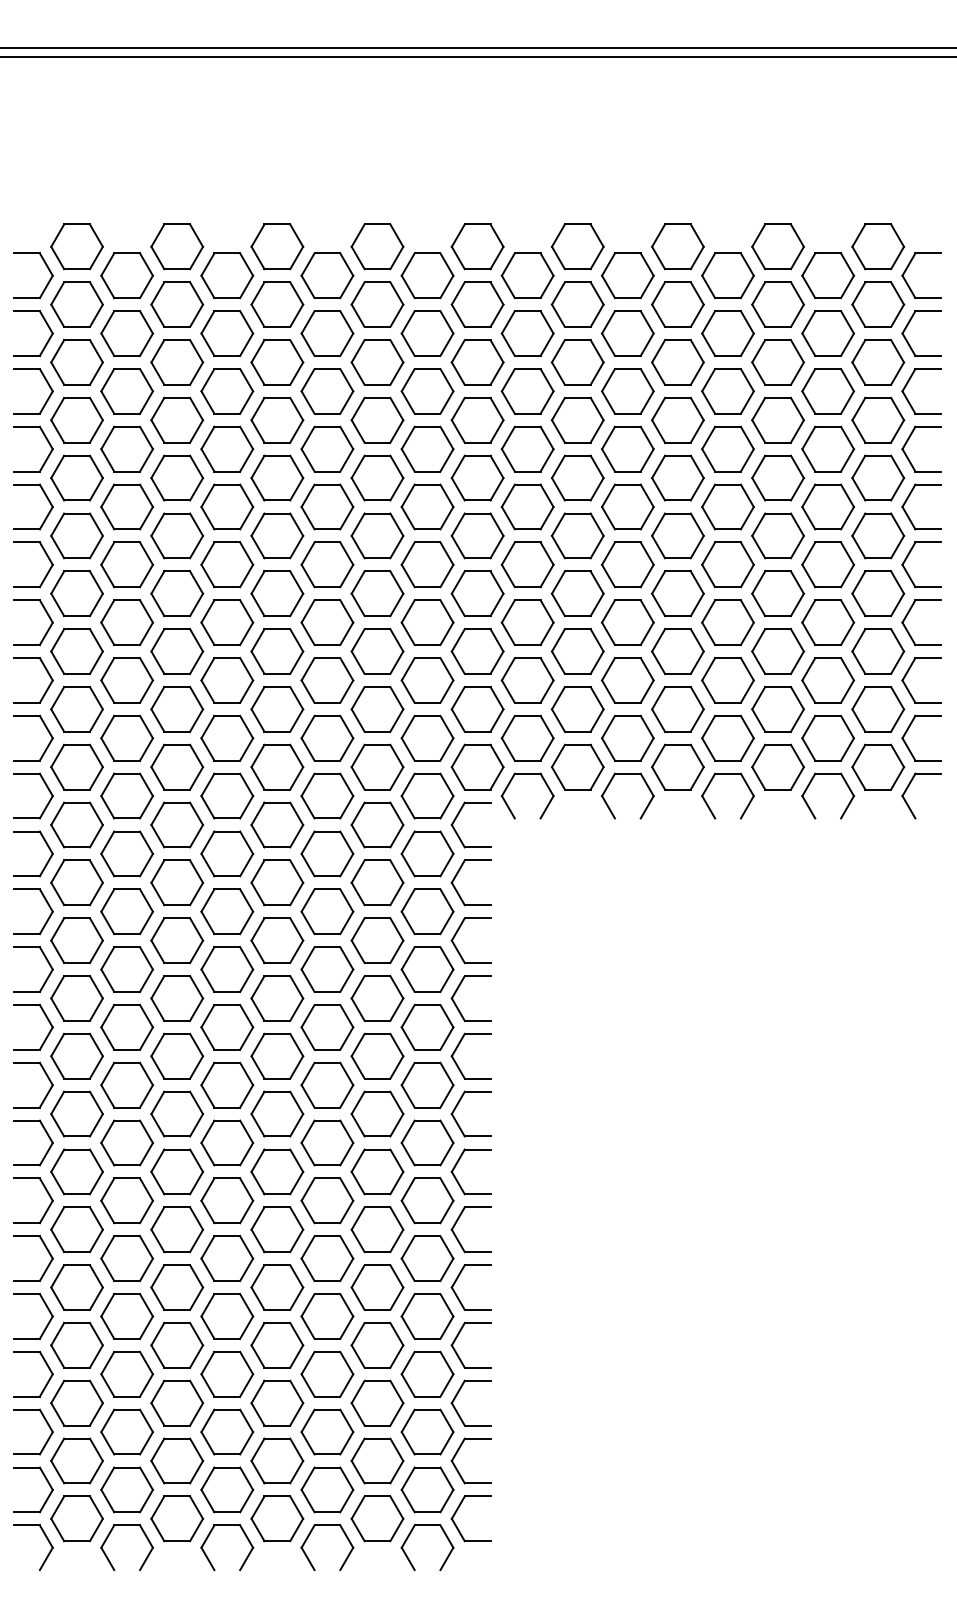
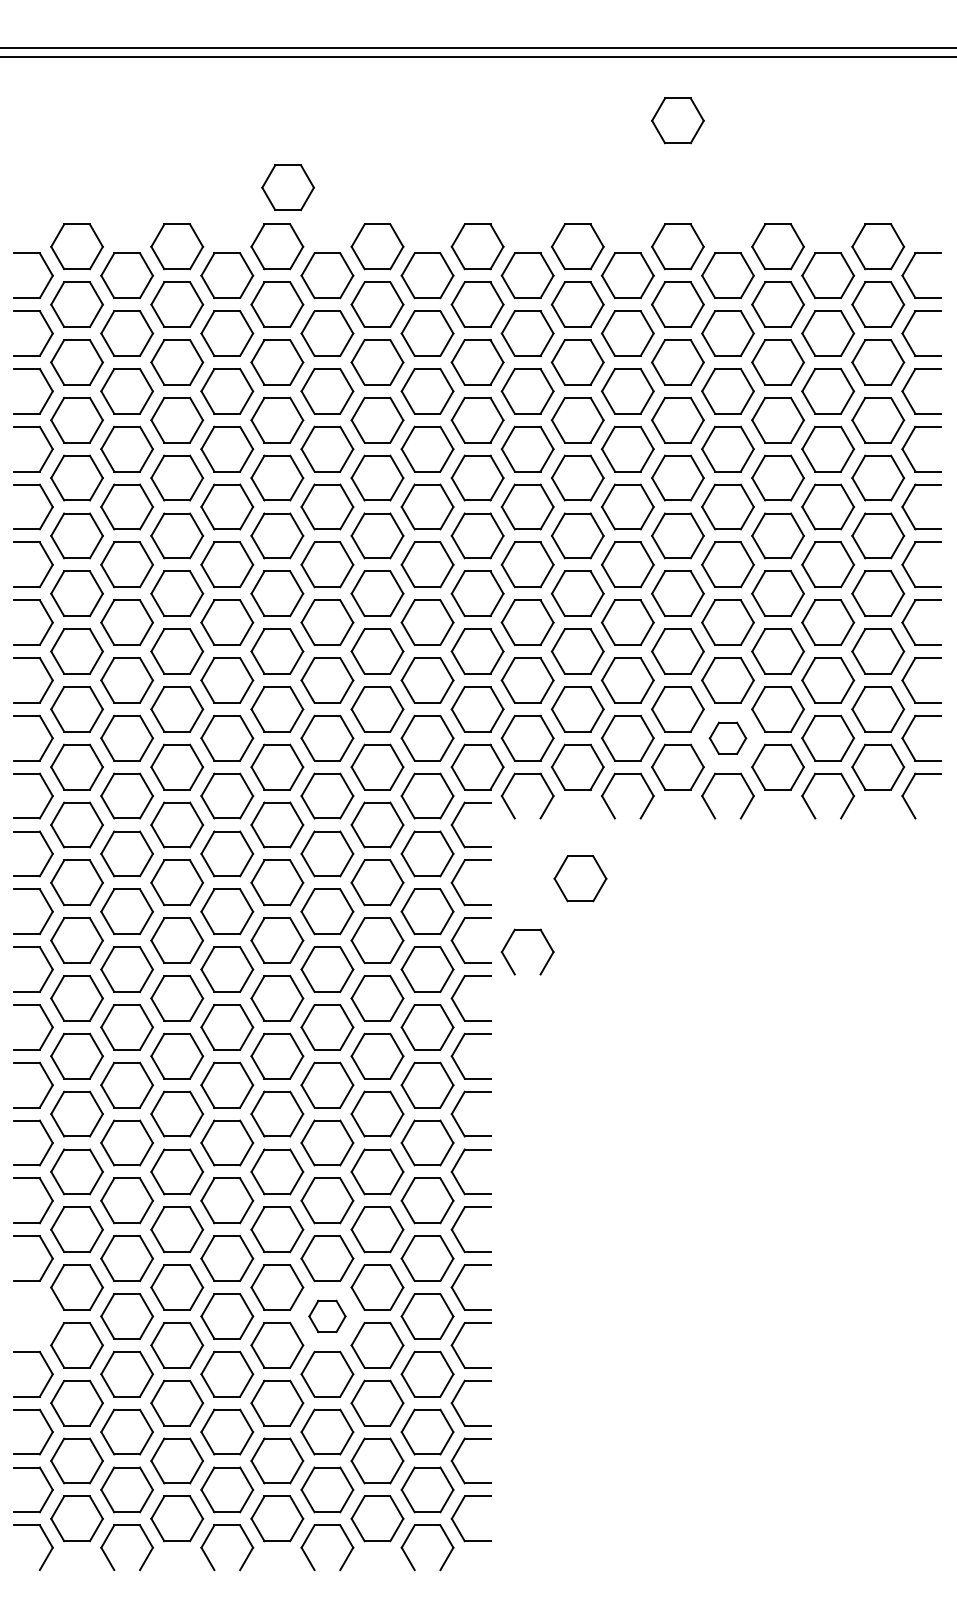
part at (677, 120): none -> present
part at (287, 187): none -> present
part at (727, 738) size: 54x47 px -> 40x34 px
part at (580, 878): none -> present
part at (509, 941): none -> present
part at (327, 1316) size: 55x47 px -> 39x35 px
part at (45, 1326): present -> none
